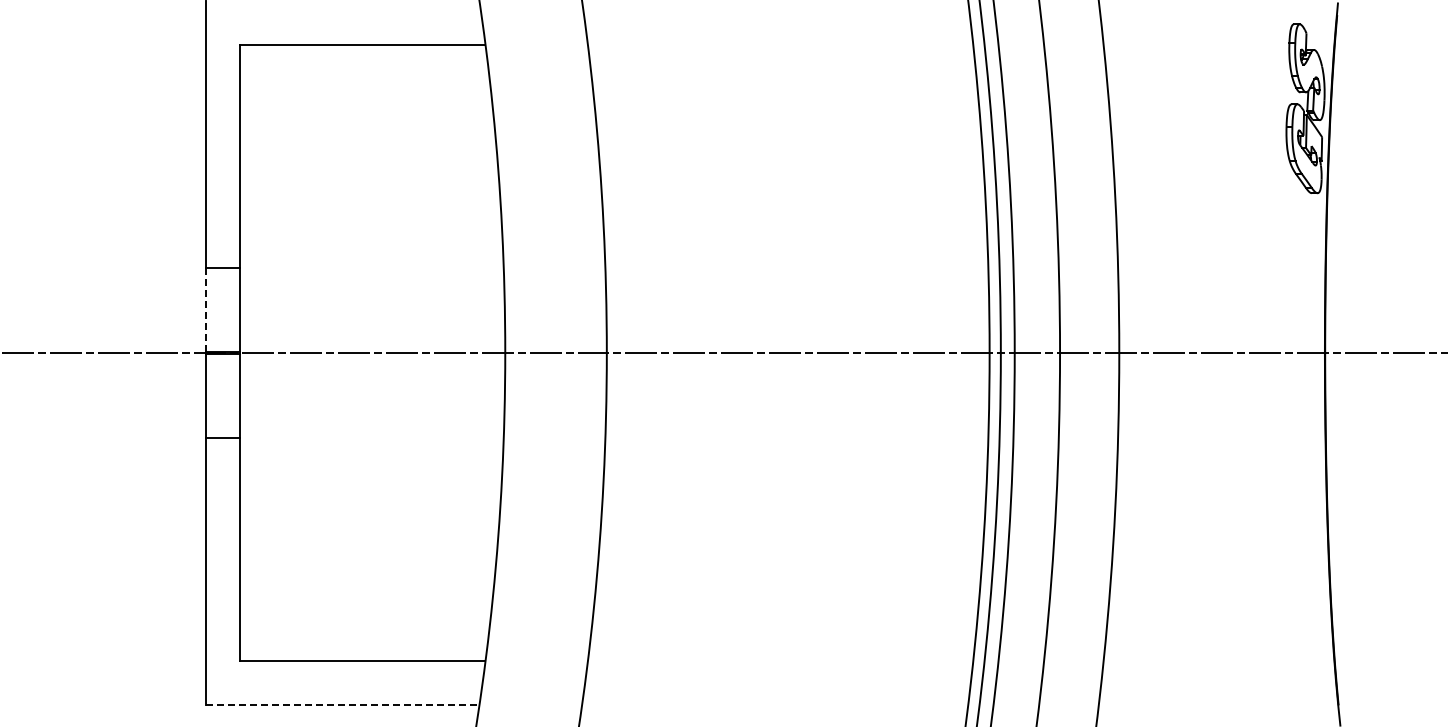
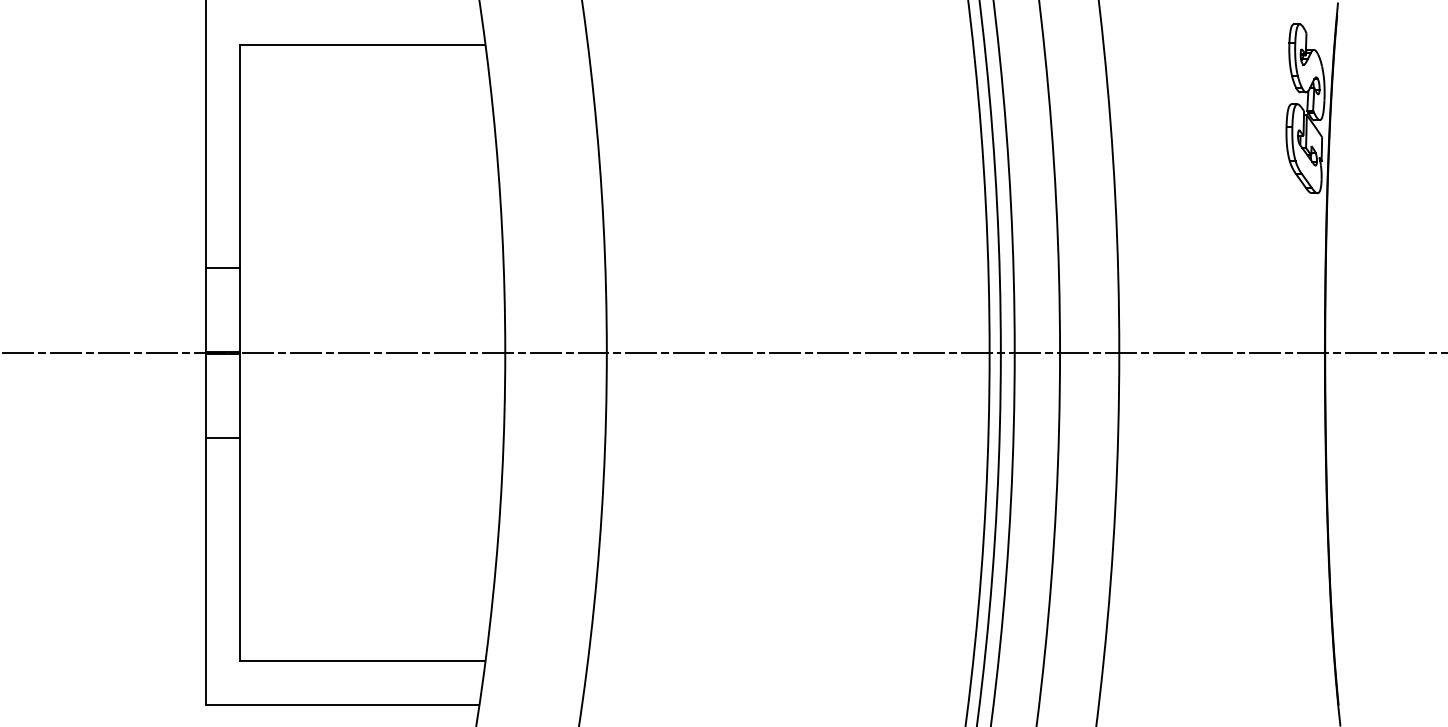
line at (206, 310): dashed -> solid
line at (343, 705): dashed -> solid
